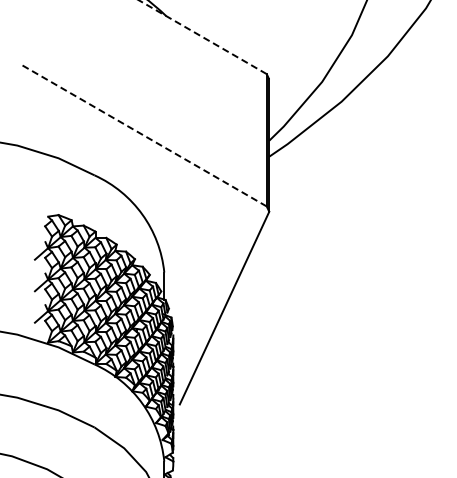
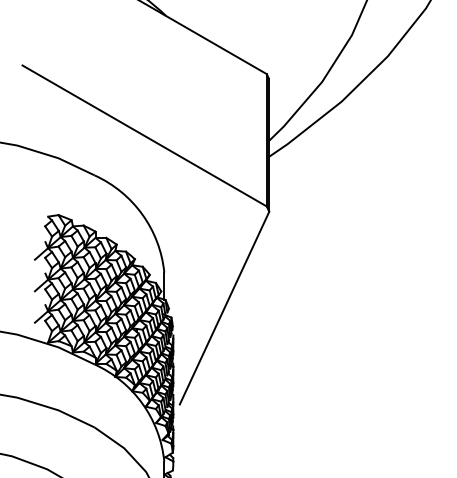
line at (202, 37): dashed -> solid
line at (144, 135): dashed -> solid
